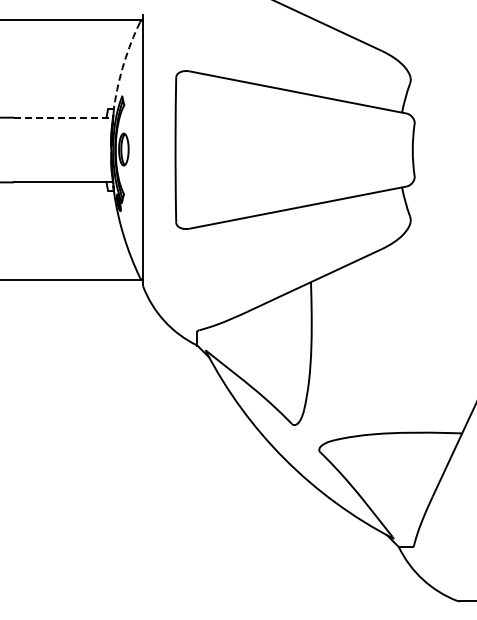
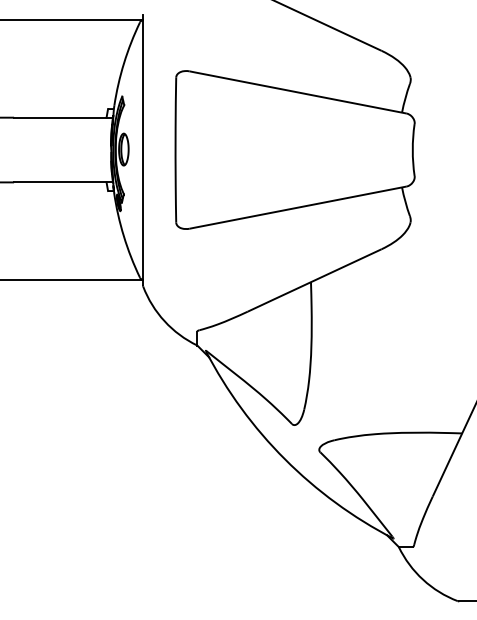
arc at (124, 63): dashed -> solid
line at (64, 117): dashed -> solid
